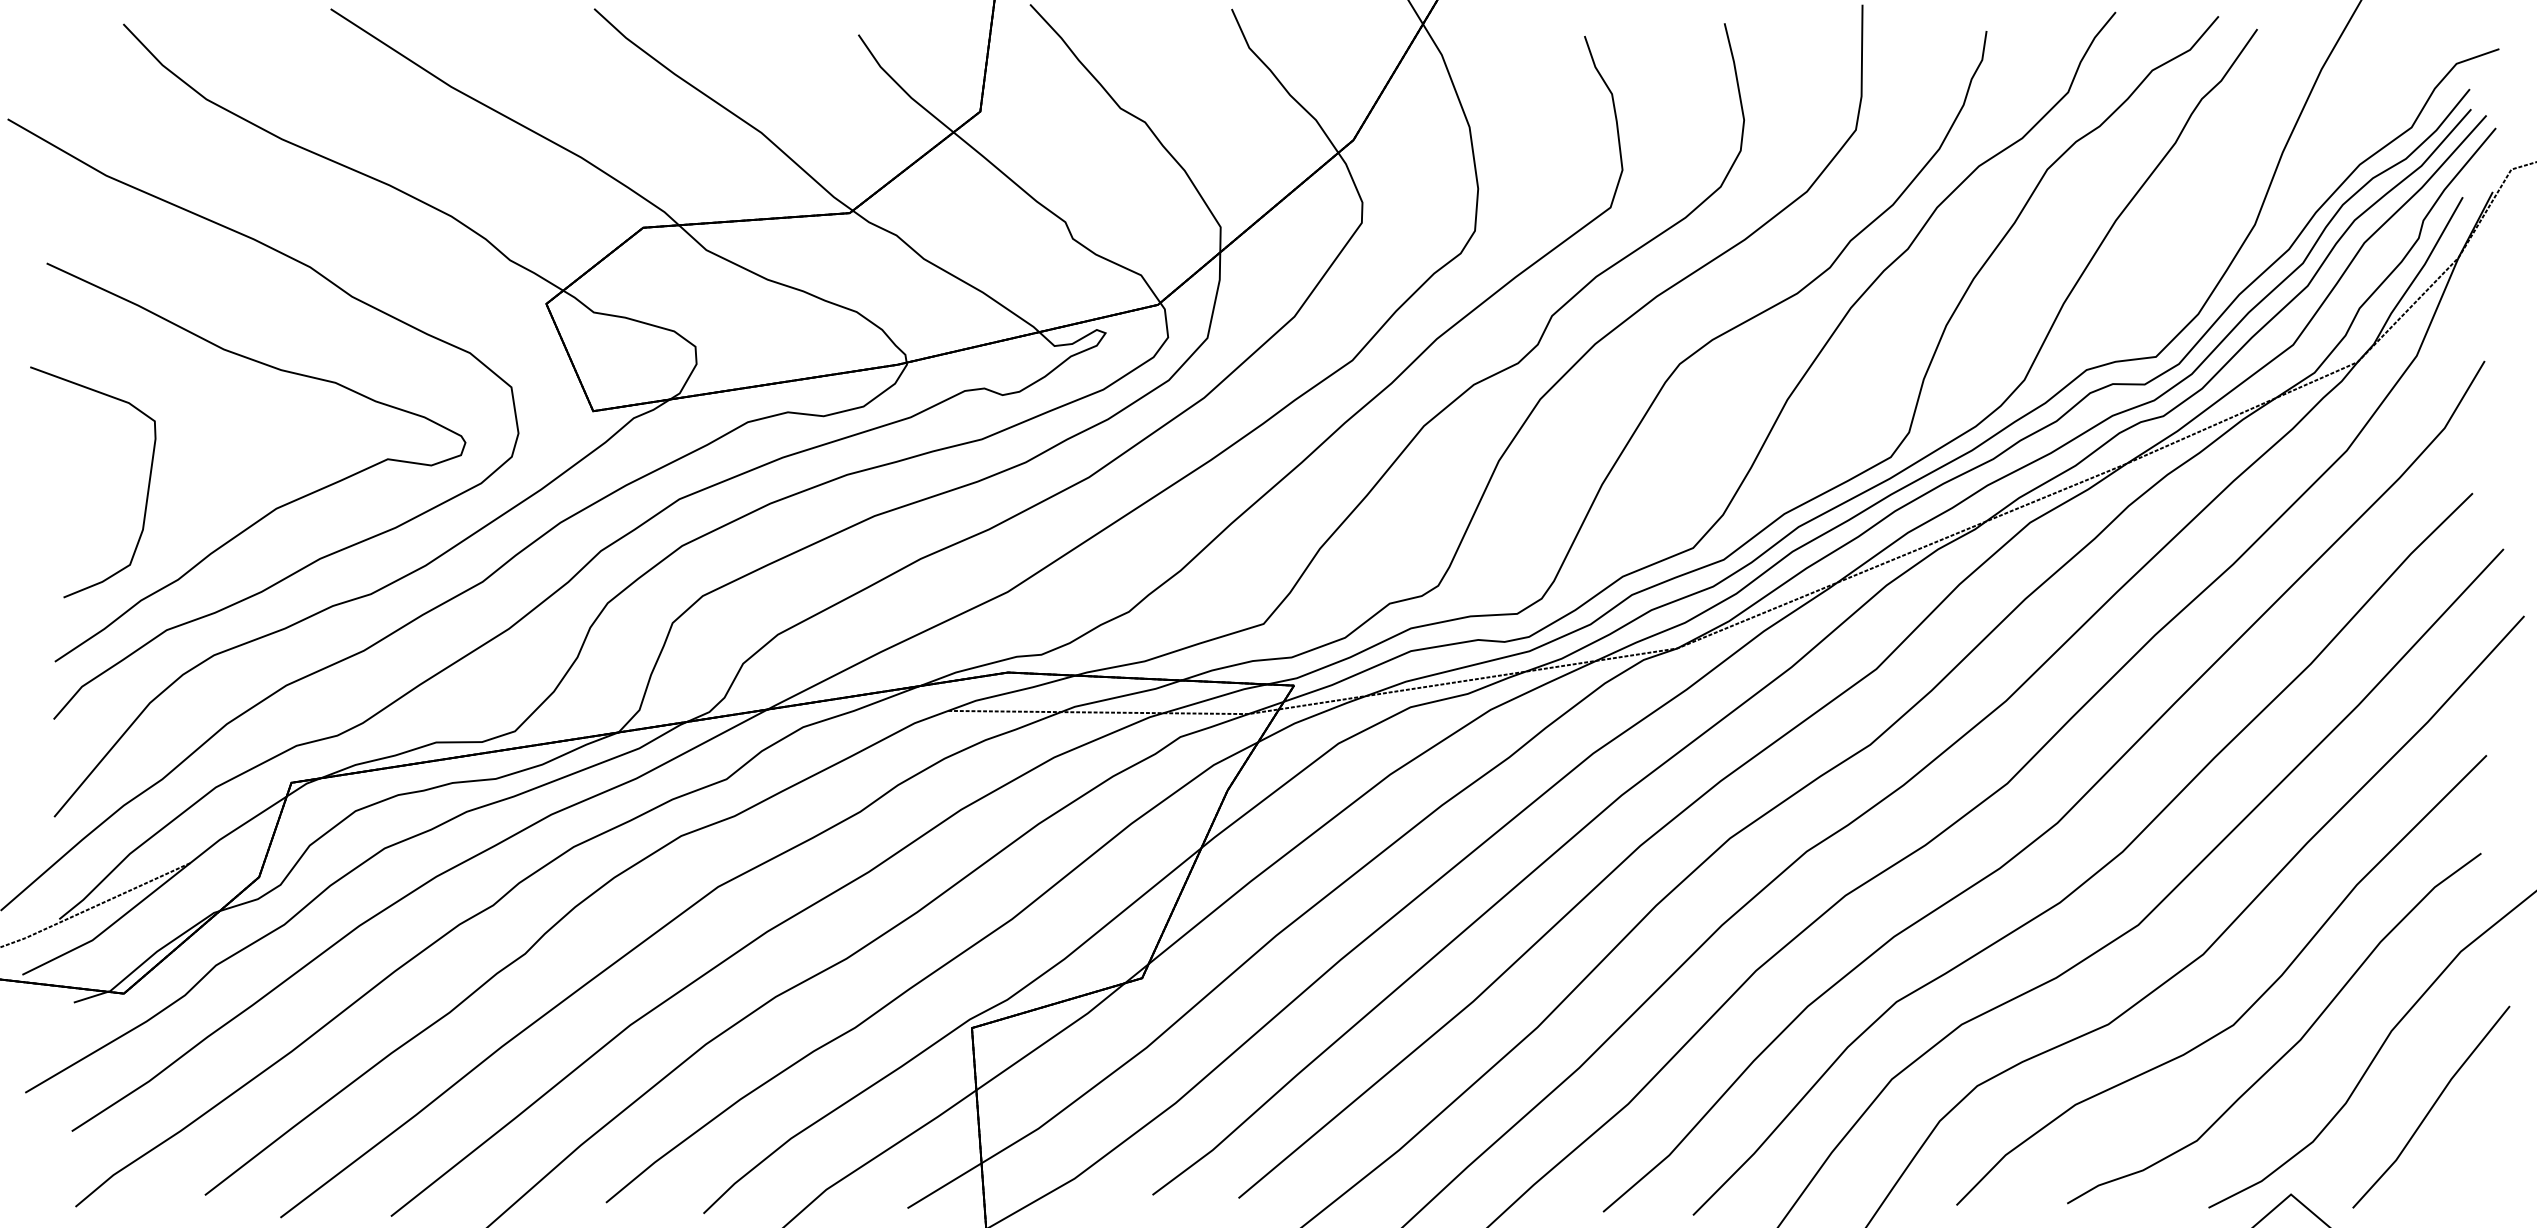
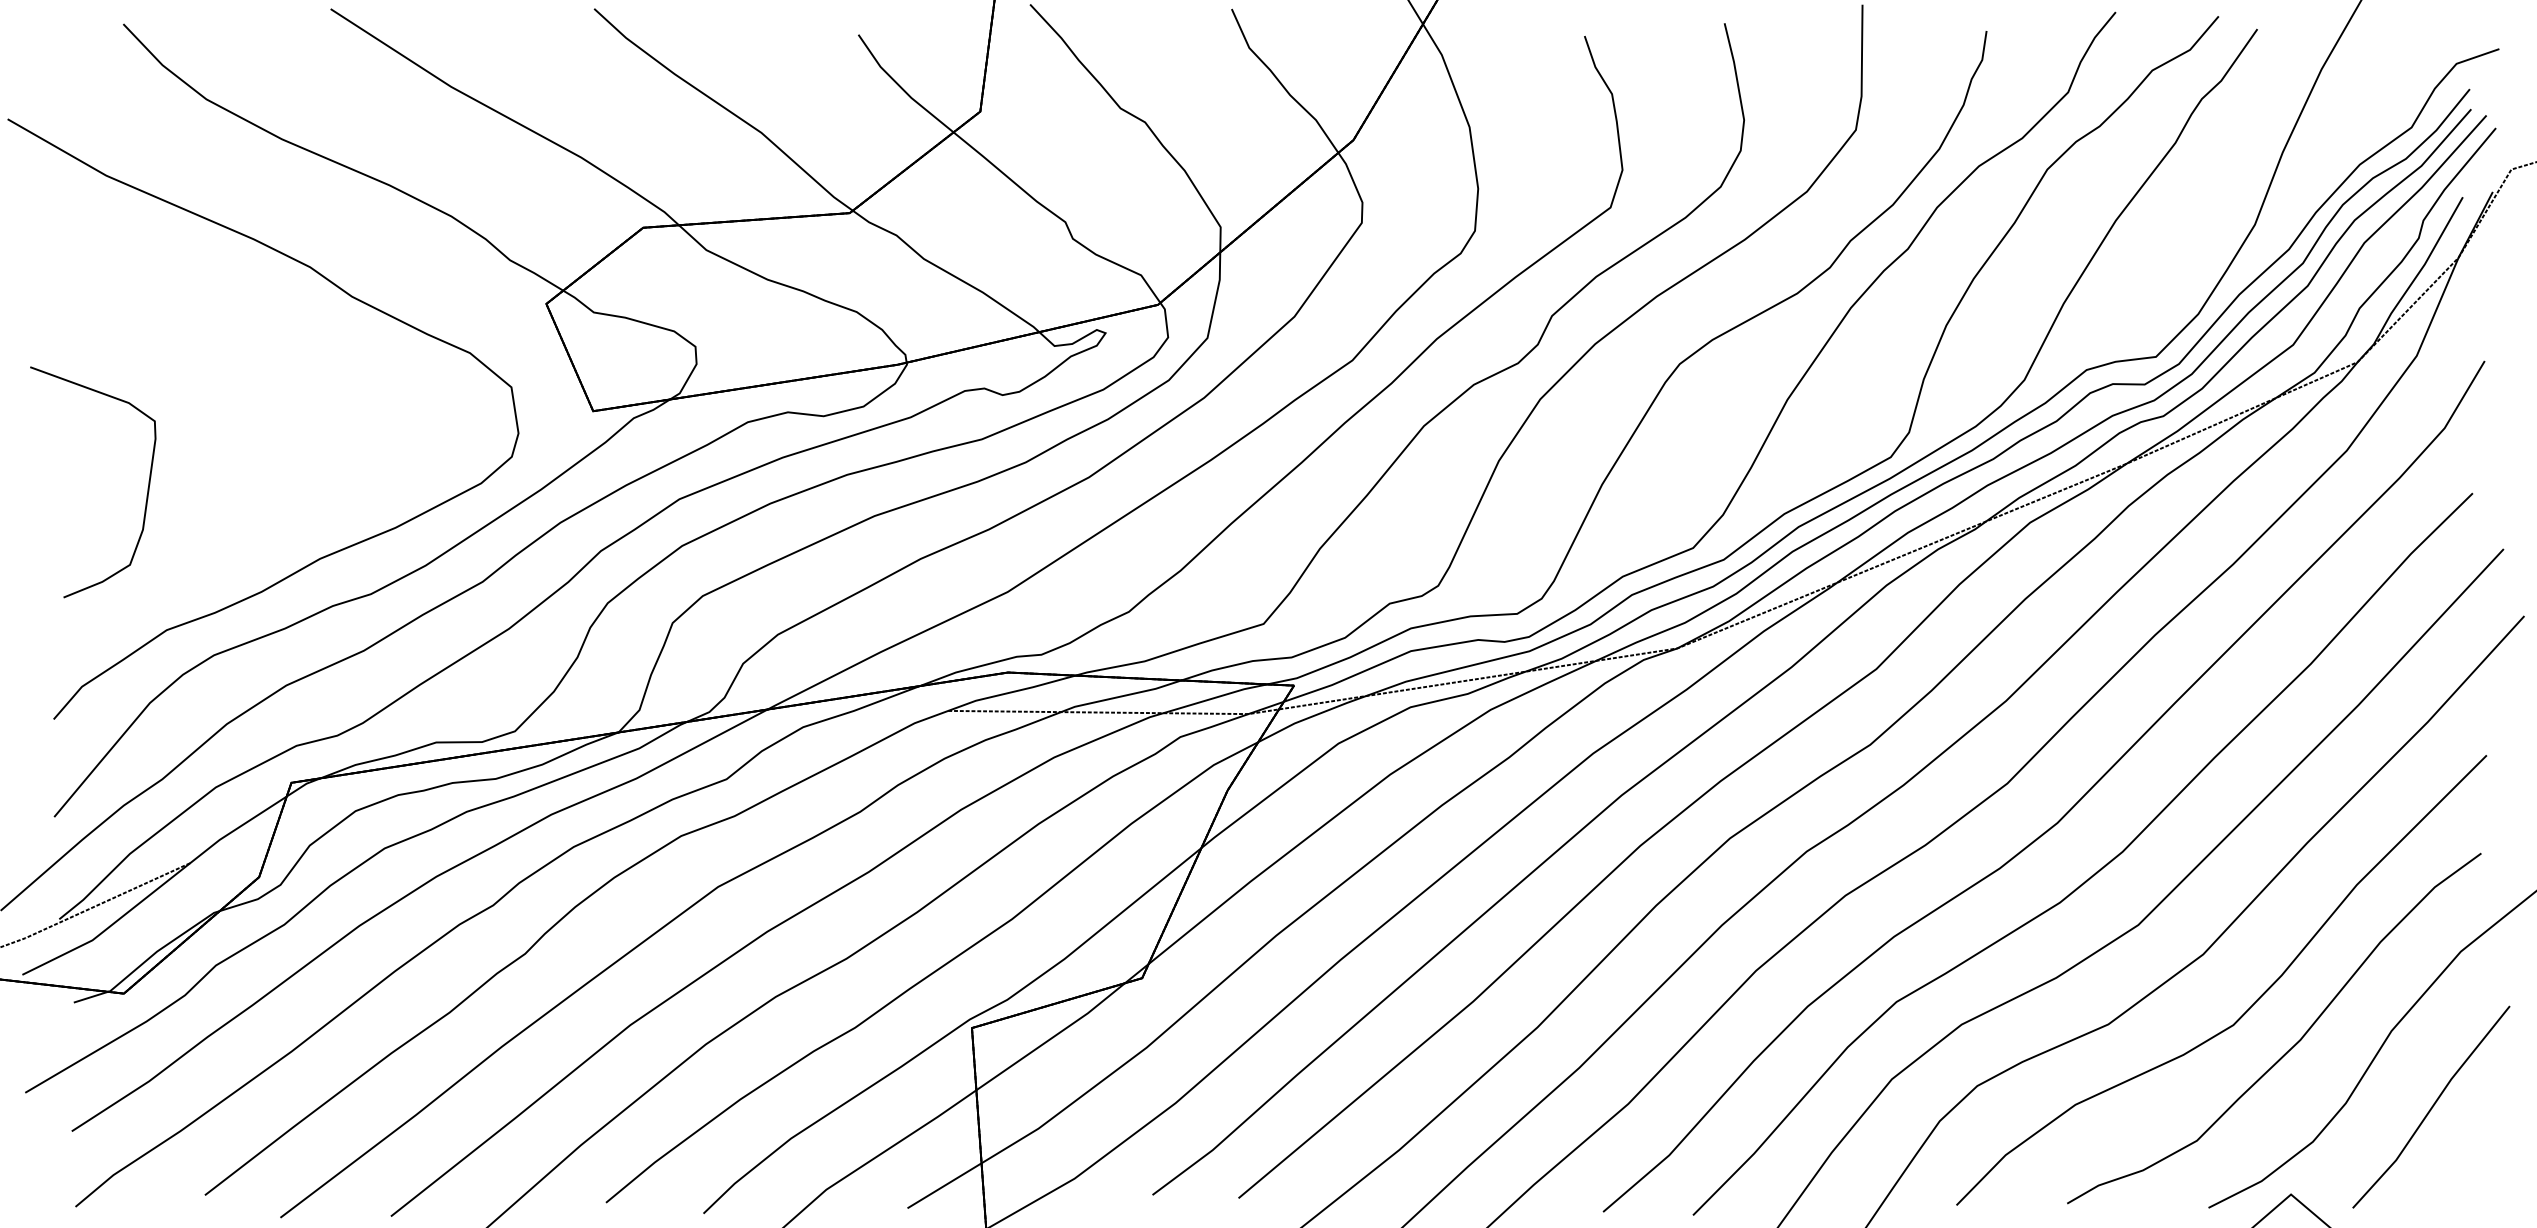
part at (278, 506): present -> none
